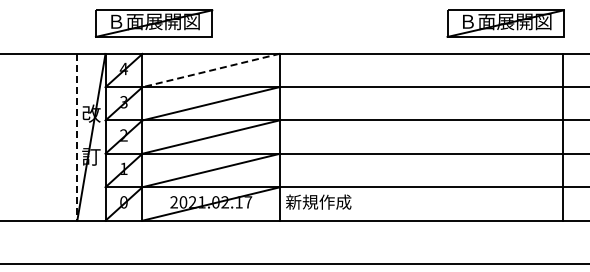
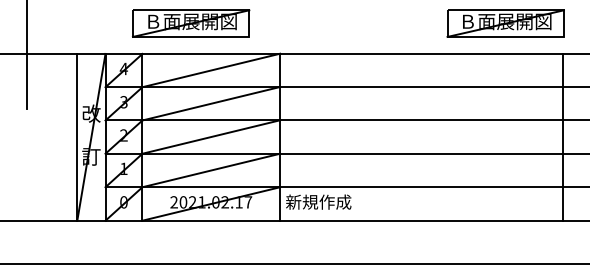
part at (154, 23) position: (154, 23) -> (191, 23)
line at (27, 55): none -> present
line at (211, 70): dashed -> solid
line at (77, 137): dashed -> solid
